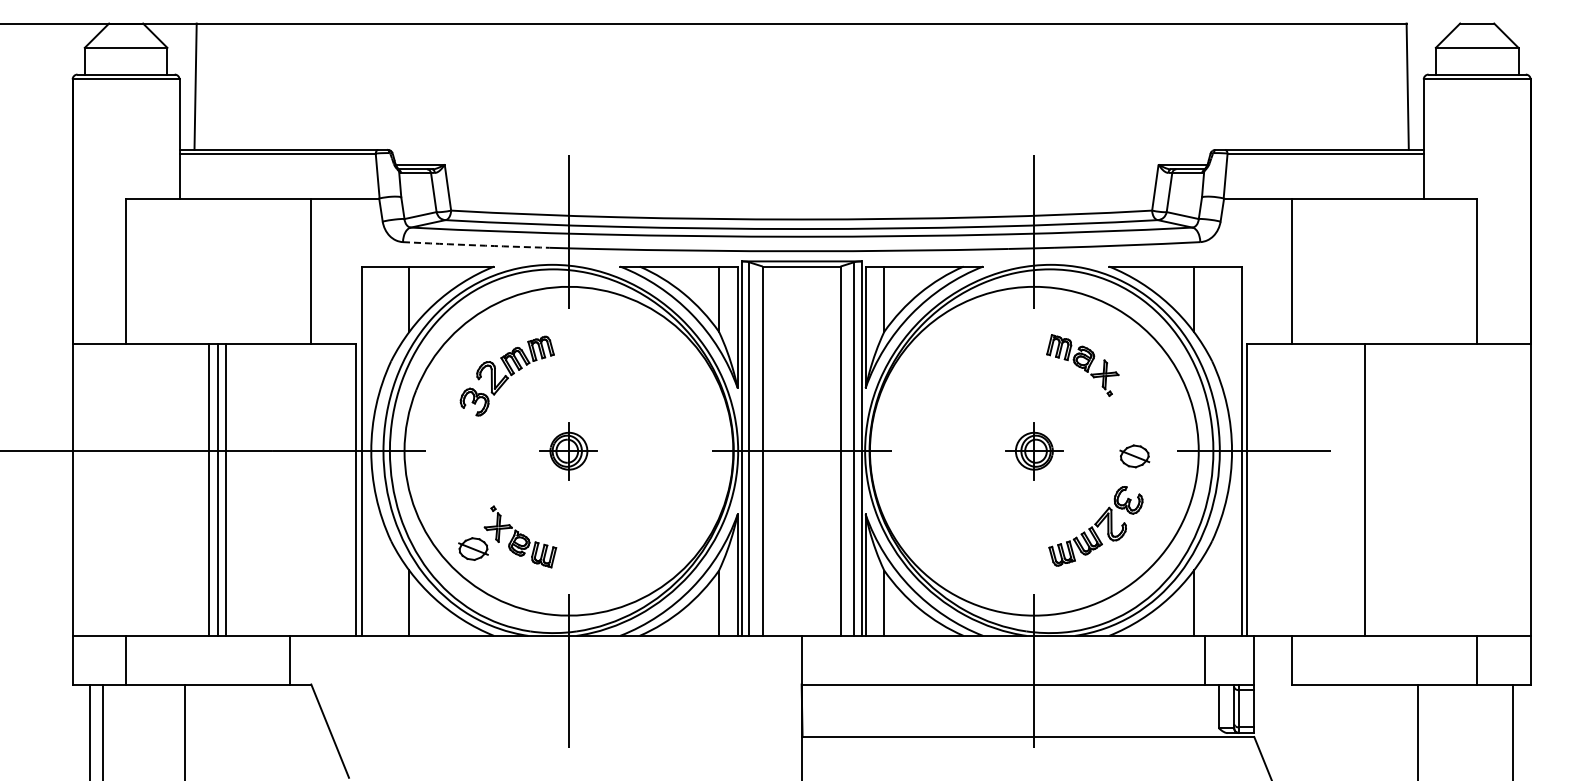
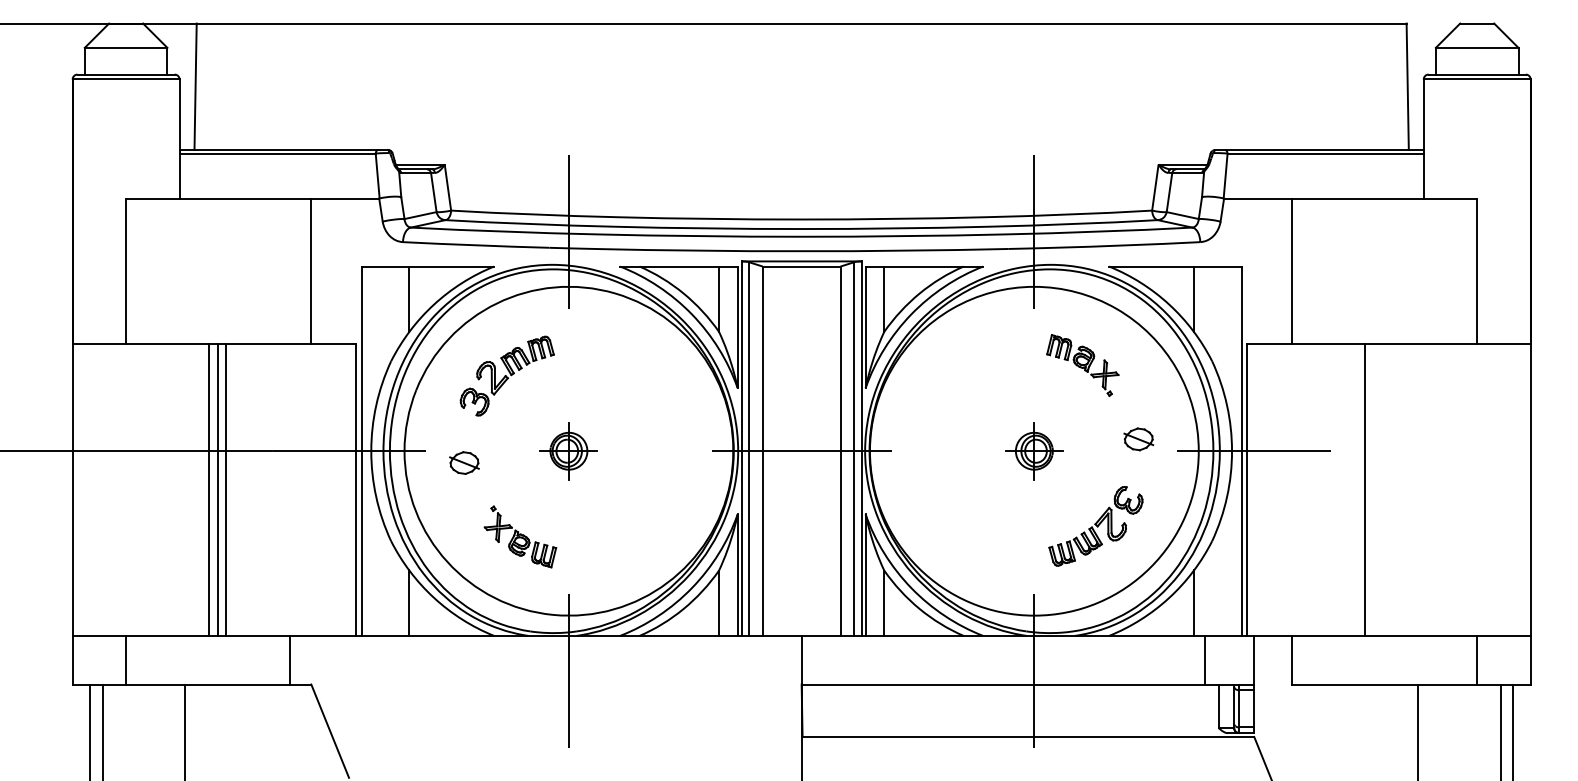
arc at (476, 245): dashed -> solid
part at (1134, 456) position: (1134, 456) -> (1138, 439)
part at (473, 548) position: (473, 548) -> (464, 462)
line at (1500, 730): none -> present
